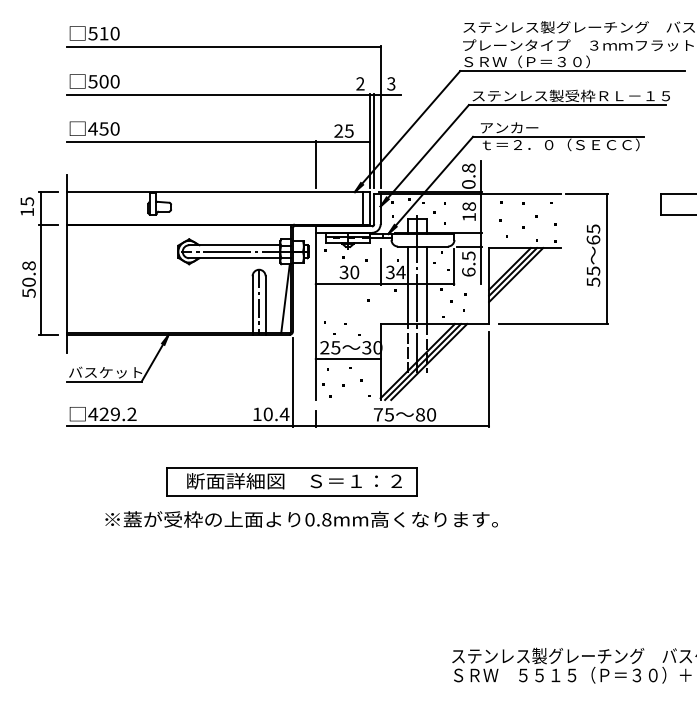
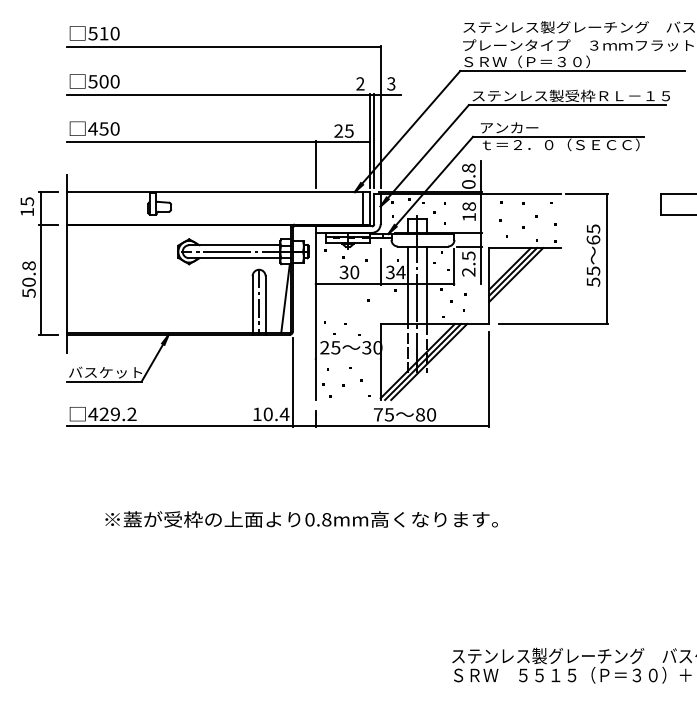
text at (468, 271): 6.5 -> 2.5
line at (347, 359): present -> none
part at (291, 481): present -> none
